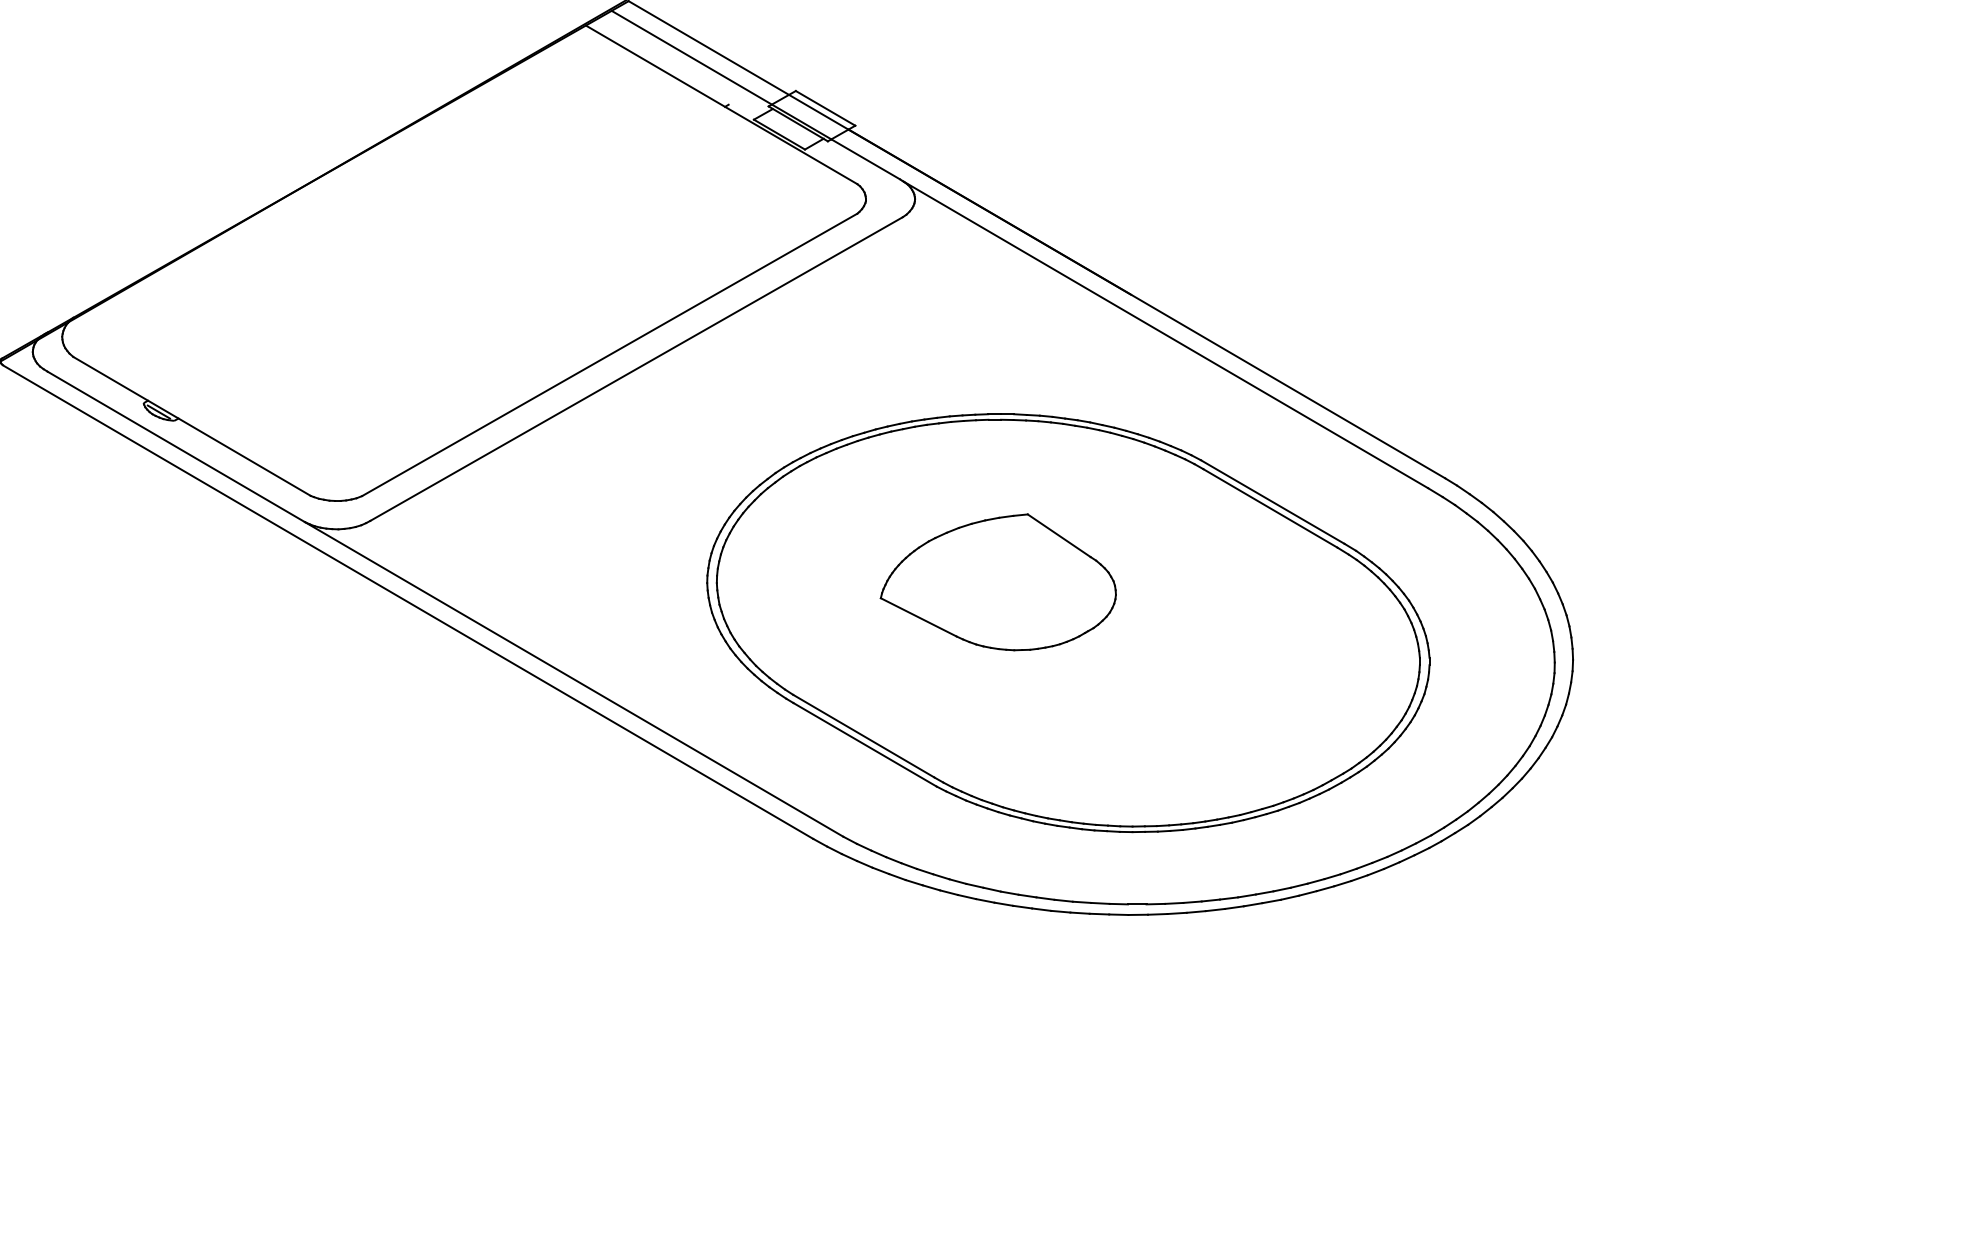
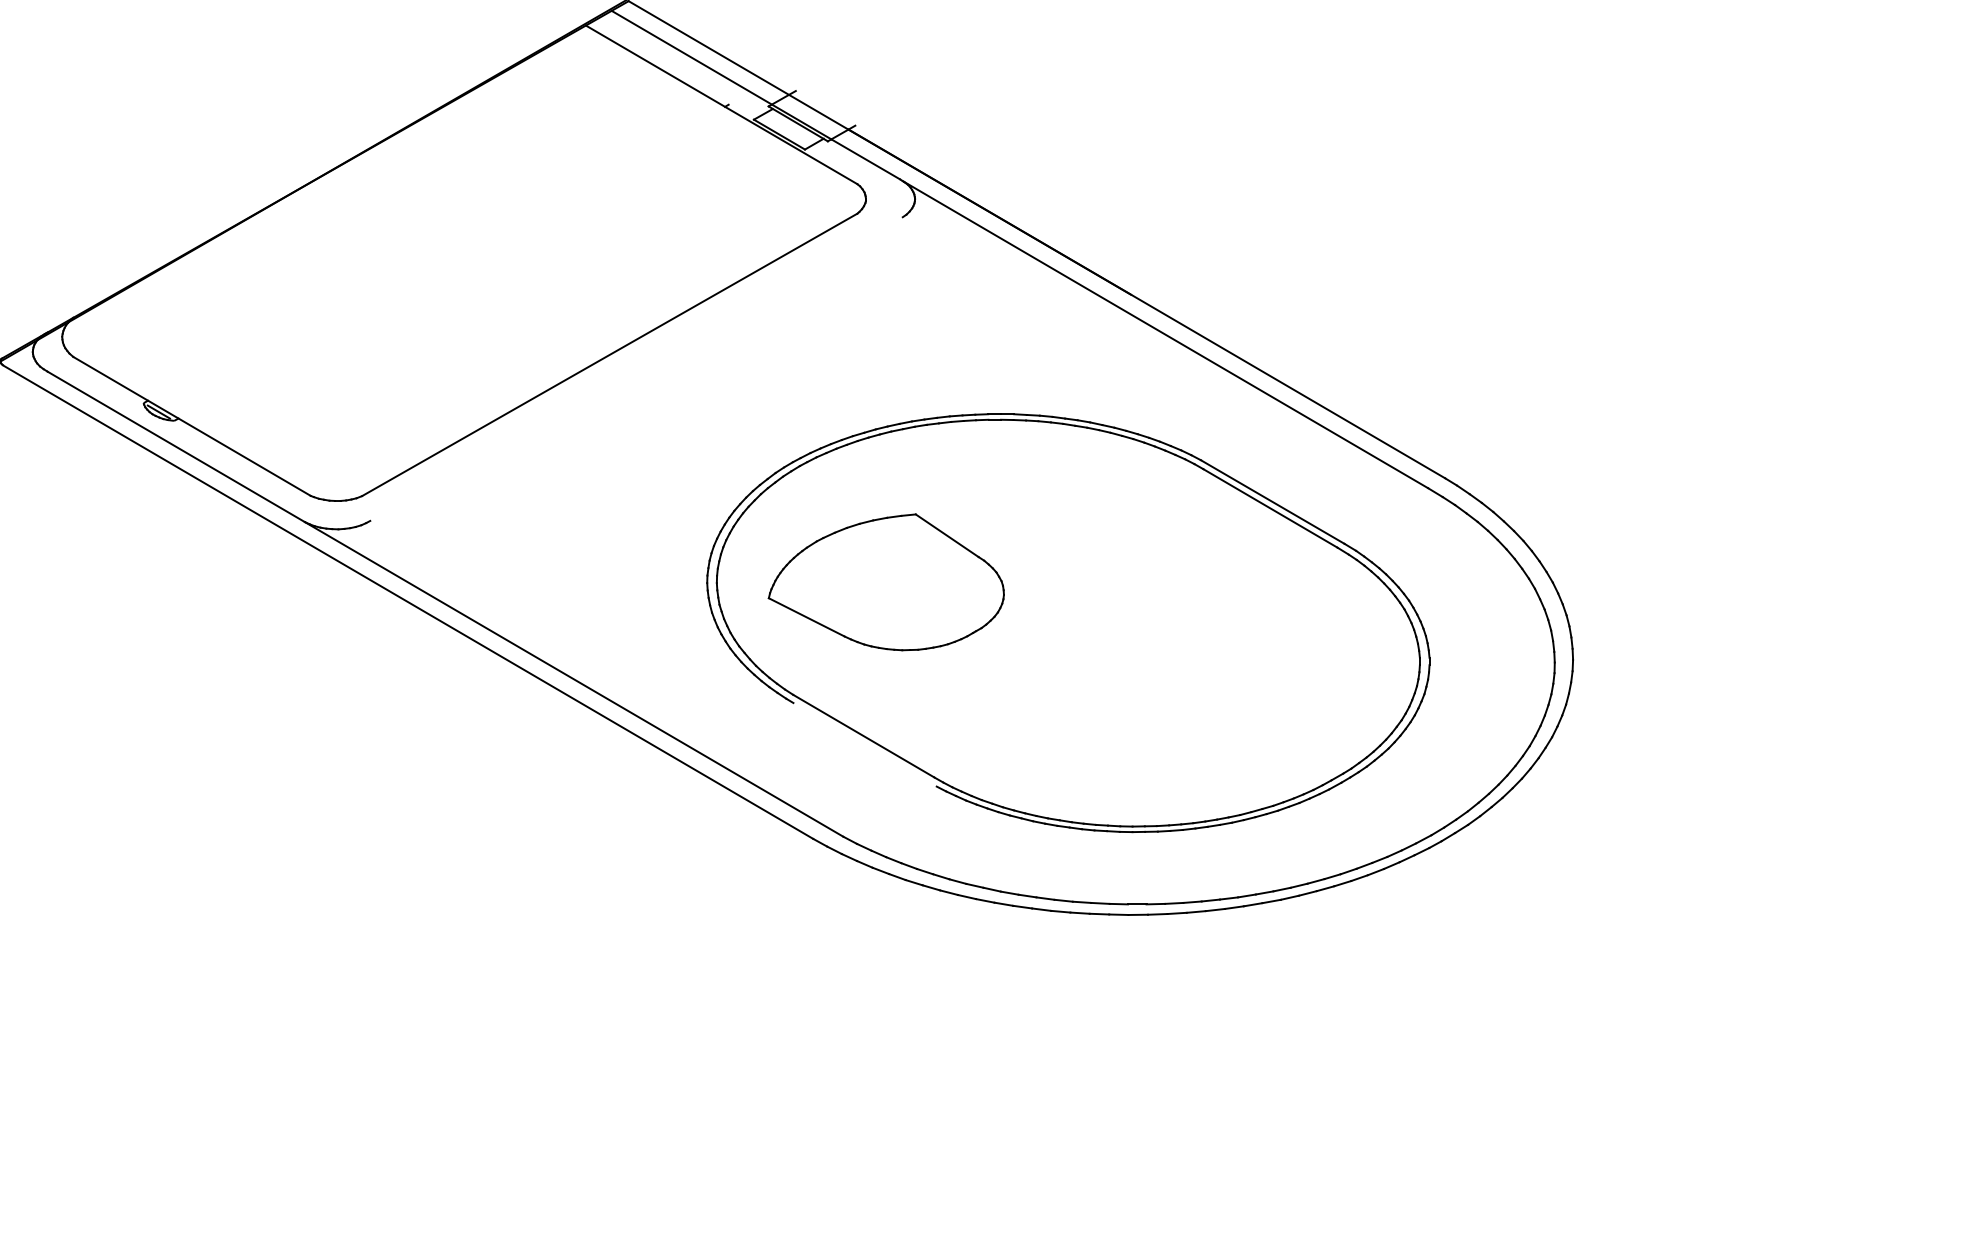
line at (825, 108): present -> none
line at (636, 368): present -> none
part at (997, 582) position: (997, 582) -> (885, 582)
line at (864, 744): present -> none
